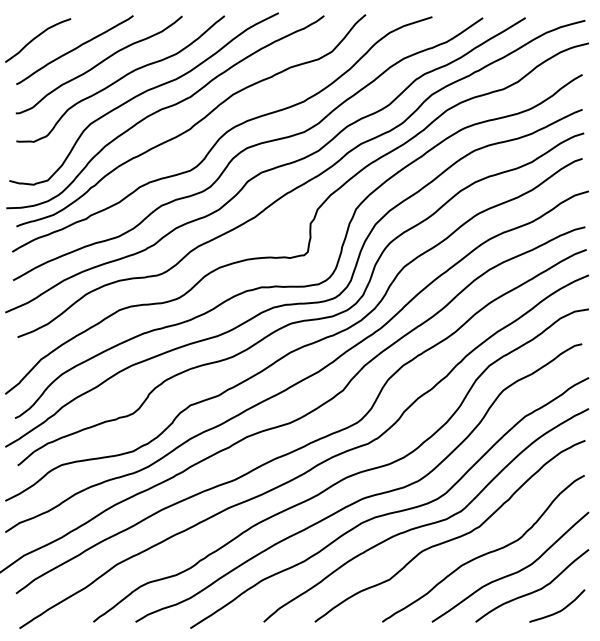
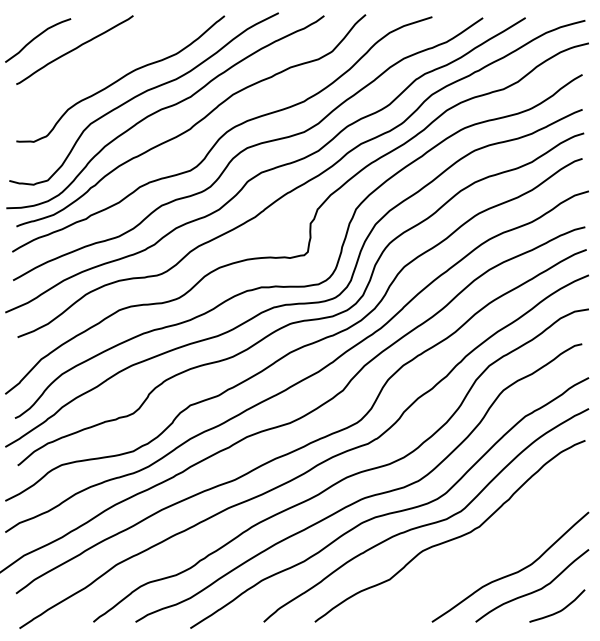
curve at (98, 64): present -> none
curve at (486, 552): present -> none
